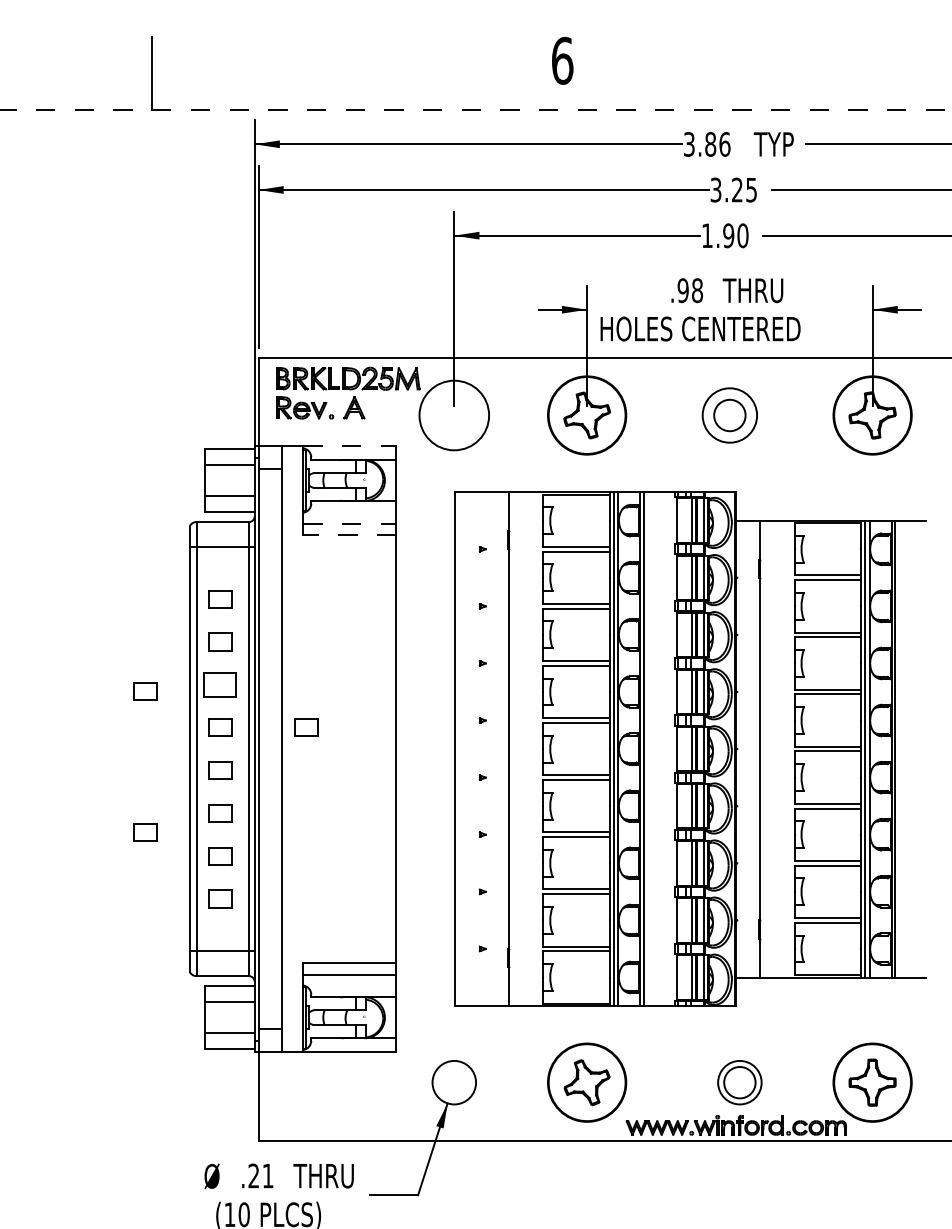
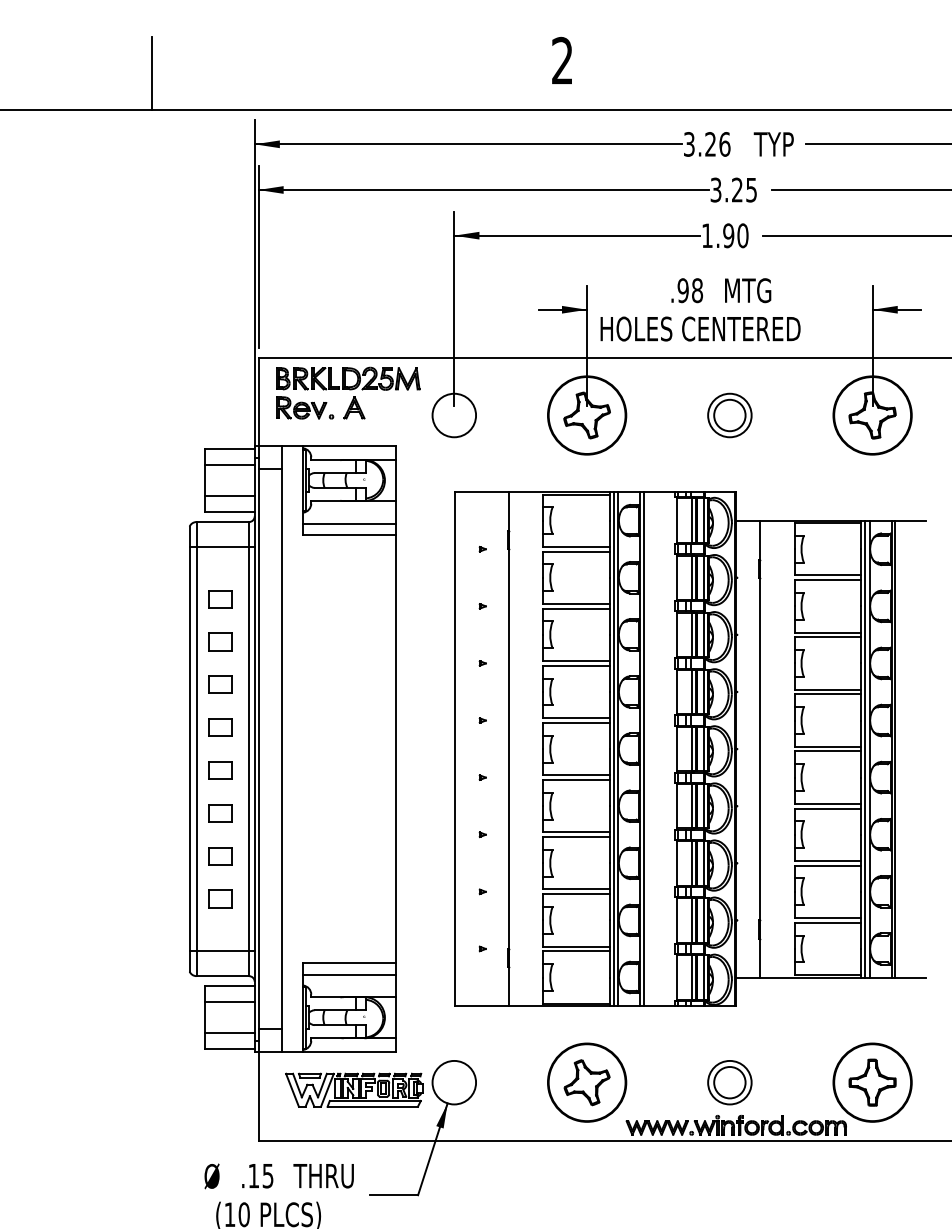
text at (562, 60): 6 -> 2
line at (476, 109): dashed -> solid
text at (710, 144): 3.86 -> 3.26
text at (752, 290): THRU -> MTG
circle at (454, 415) diameter: 70 px -> 44 px
circle at (729, 415) diameter: 54 px -> 44 px
line at (349, 446): dashed -> solid
line at (349, 523): dashed -> solid
line at (349, 534): dashed -> solid
part at (219, 684) size: 34x26 px -> 25x19 px
part at (145, 691): present -> none
part at (306, 727): present -> none
part at (145, 832): present -> none
part at (739, 1082) position: (739, 1082) -> (729, 1082)
part at (354, 1089): none -> present
text at (260, 1175): .21 -> .15
